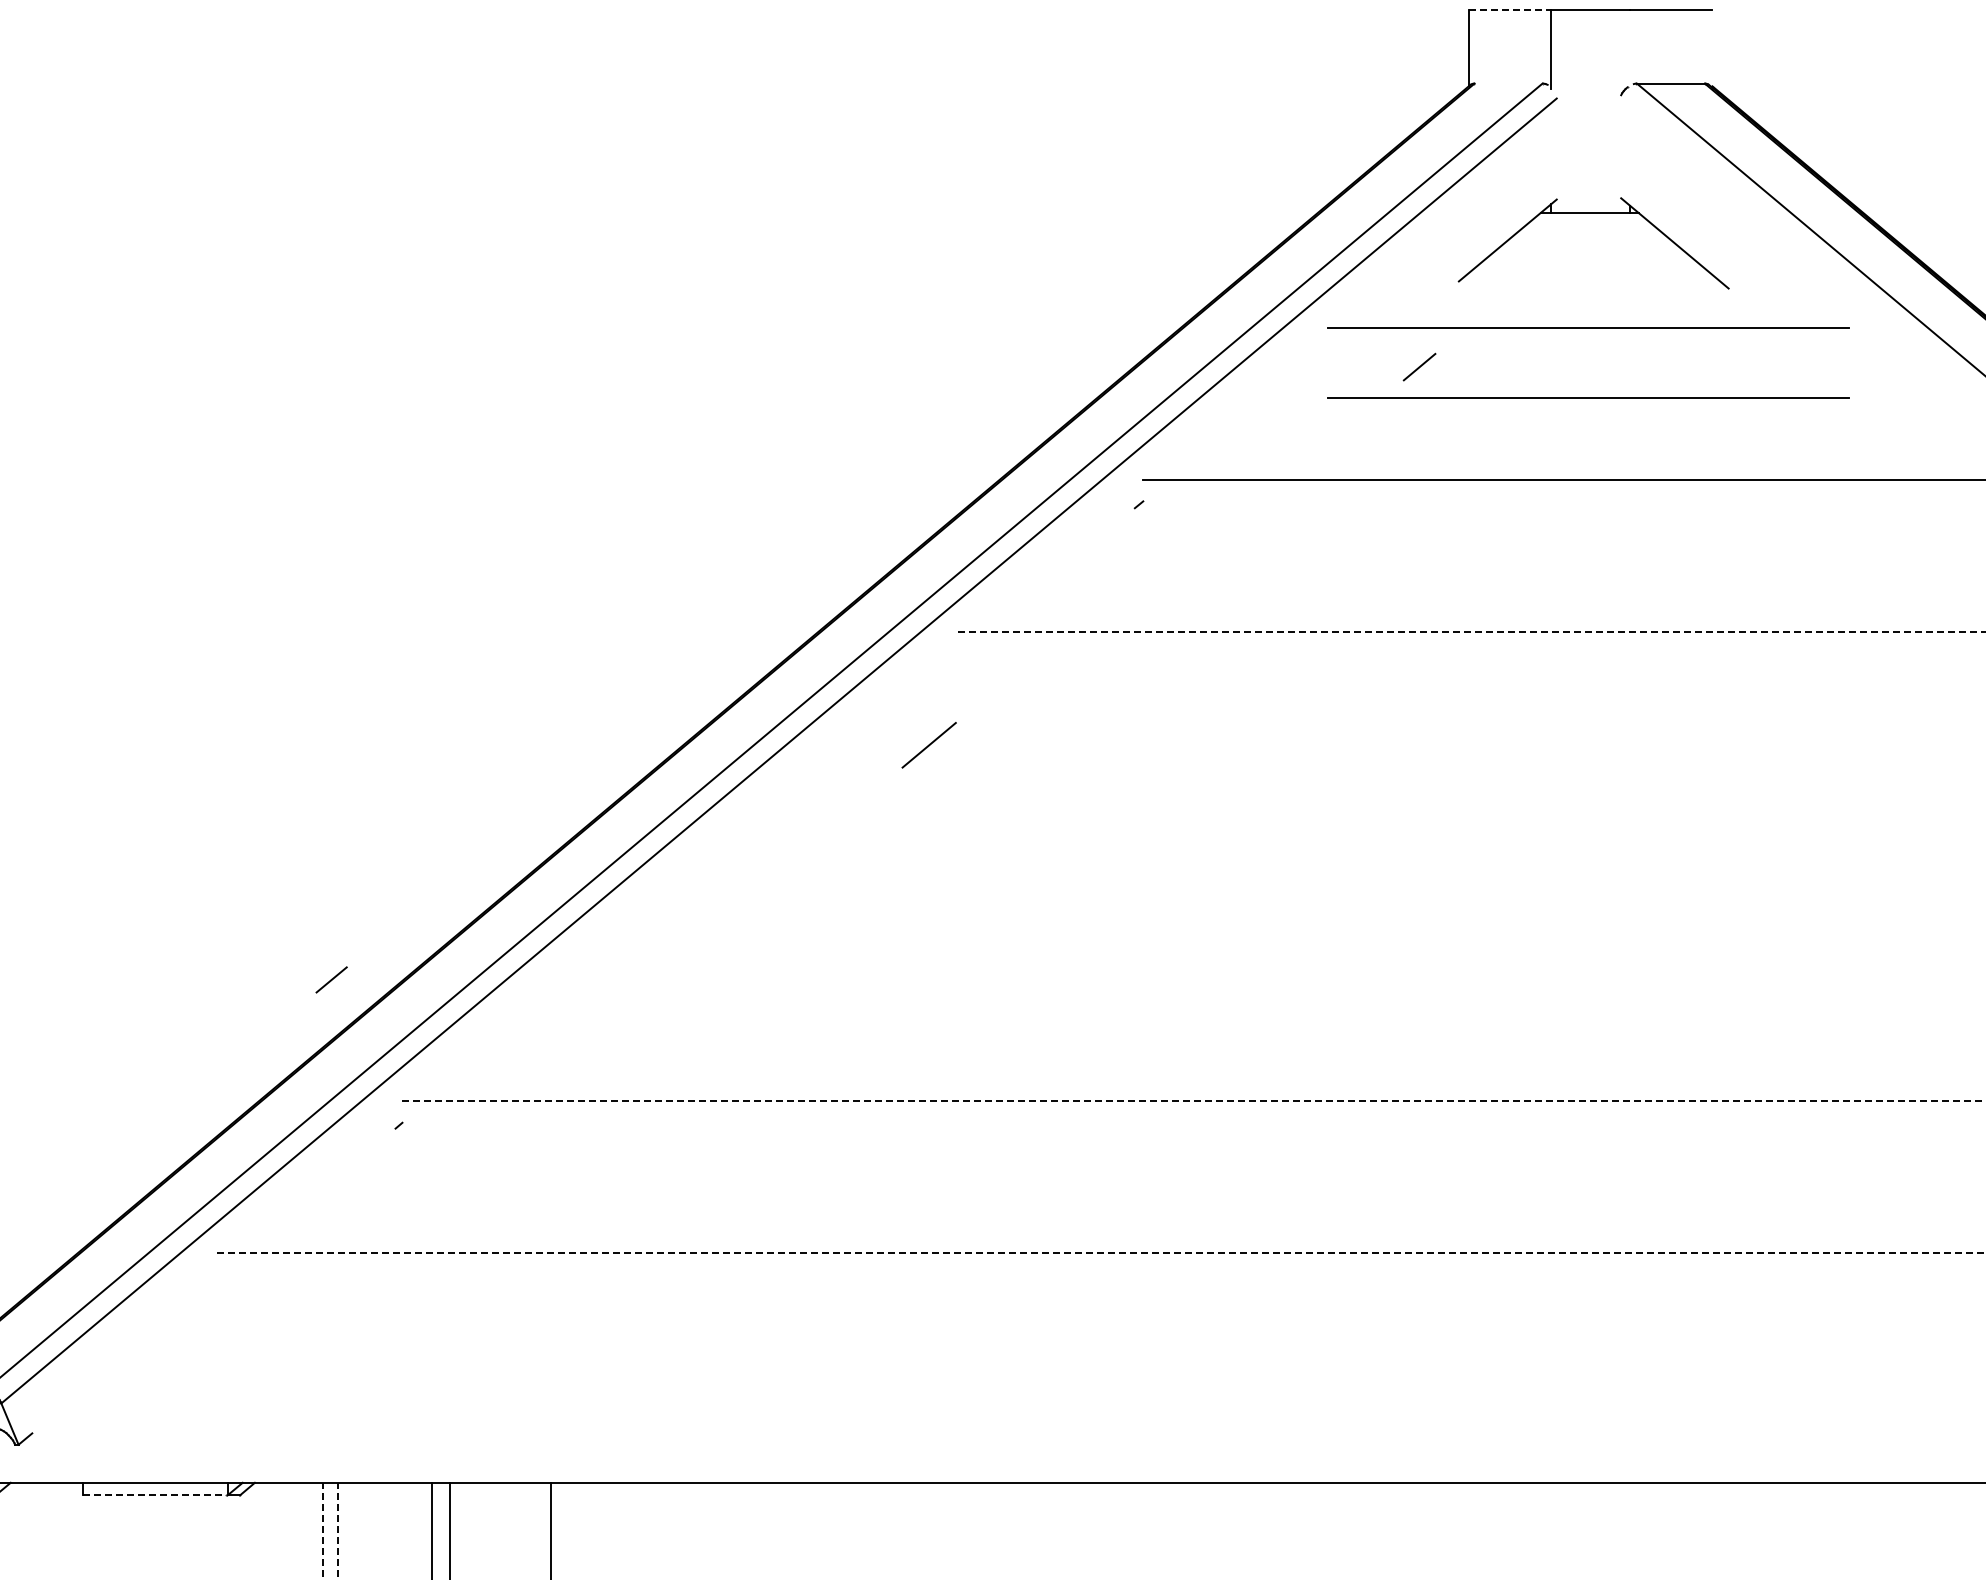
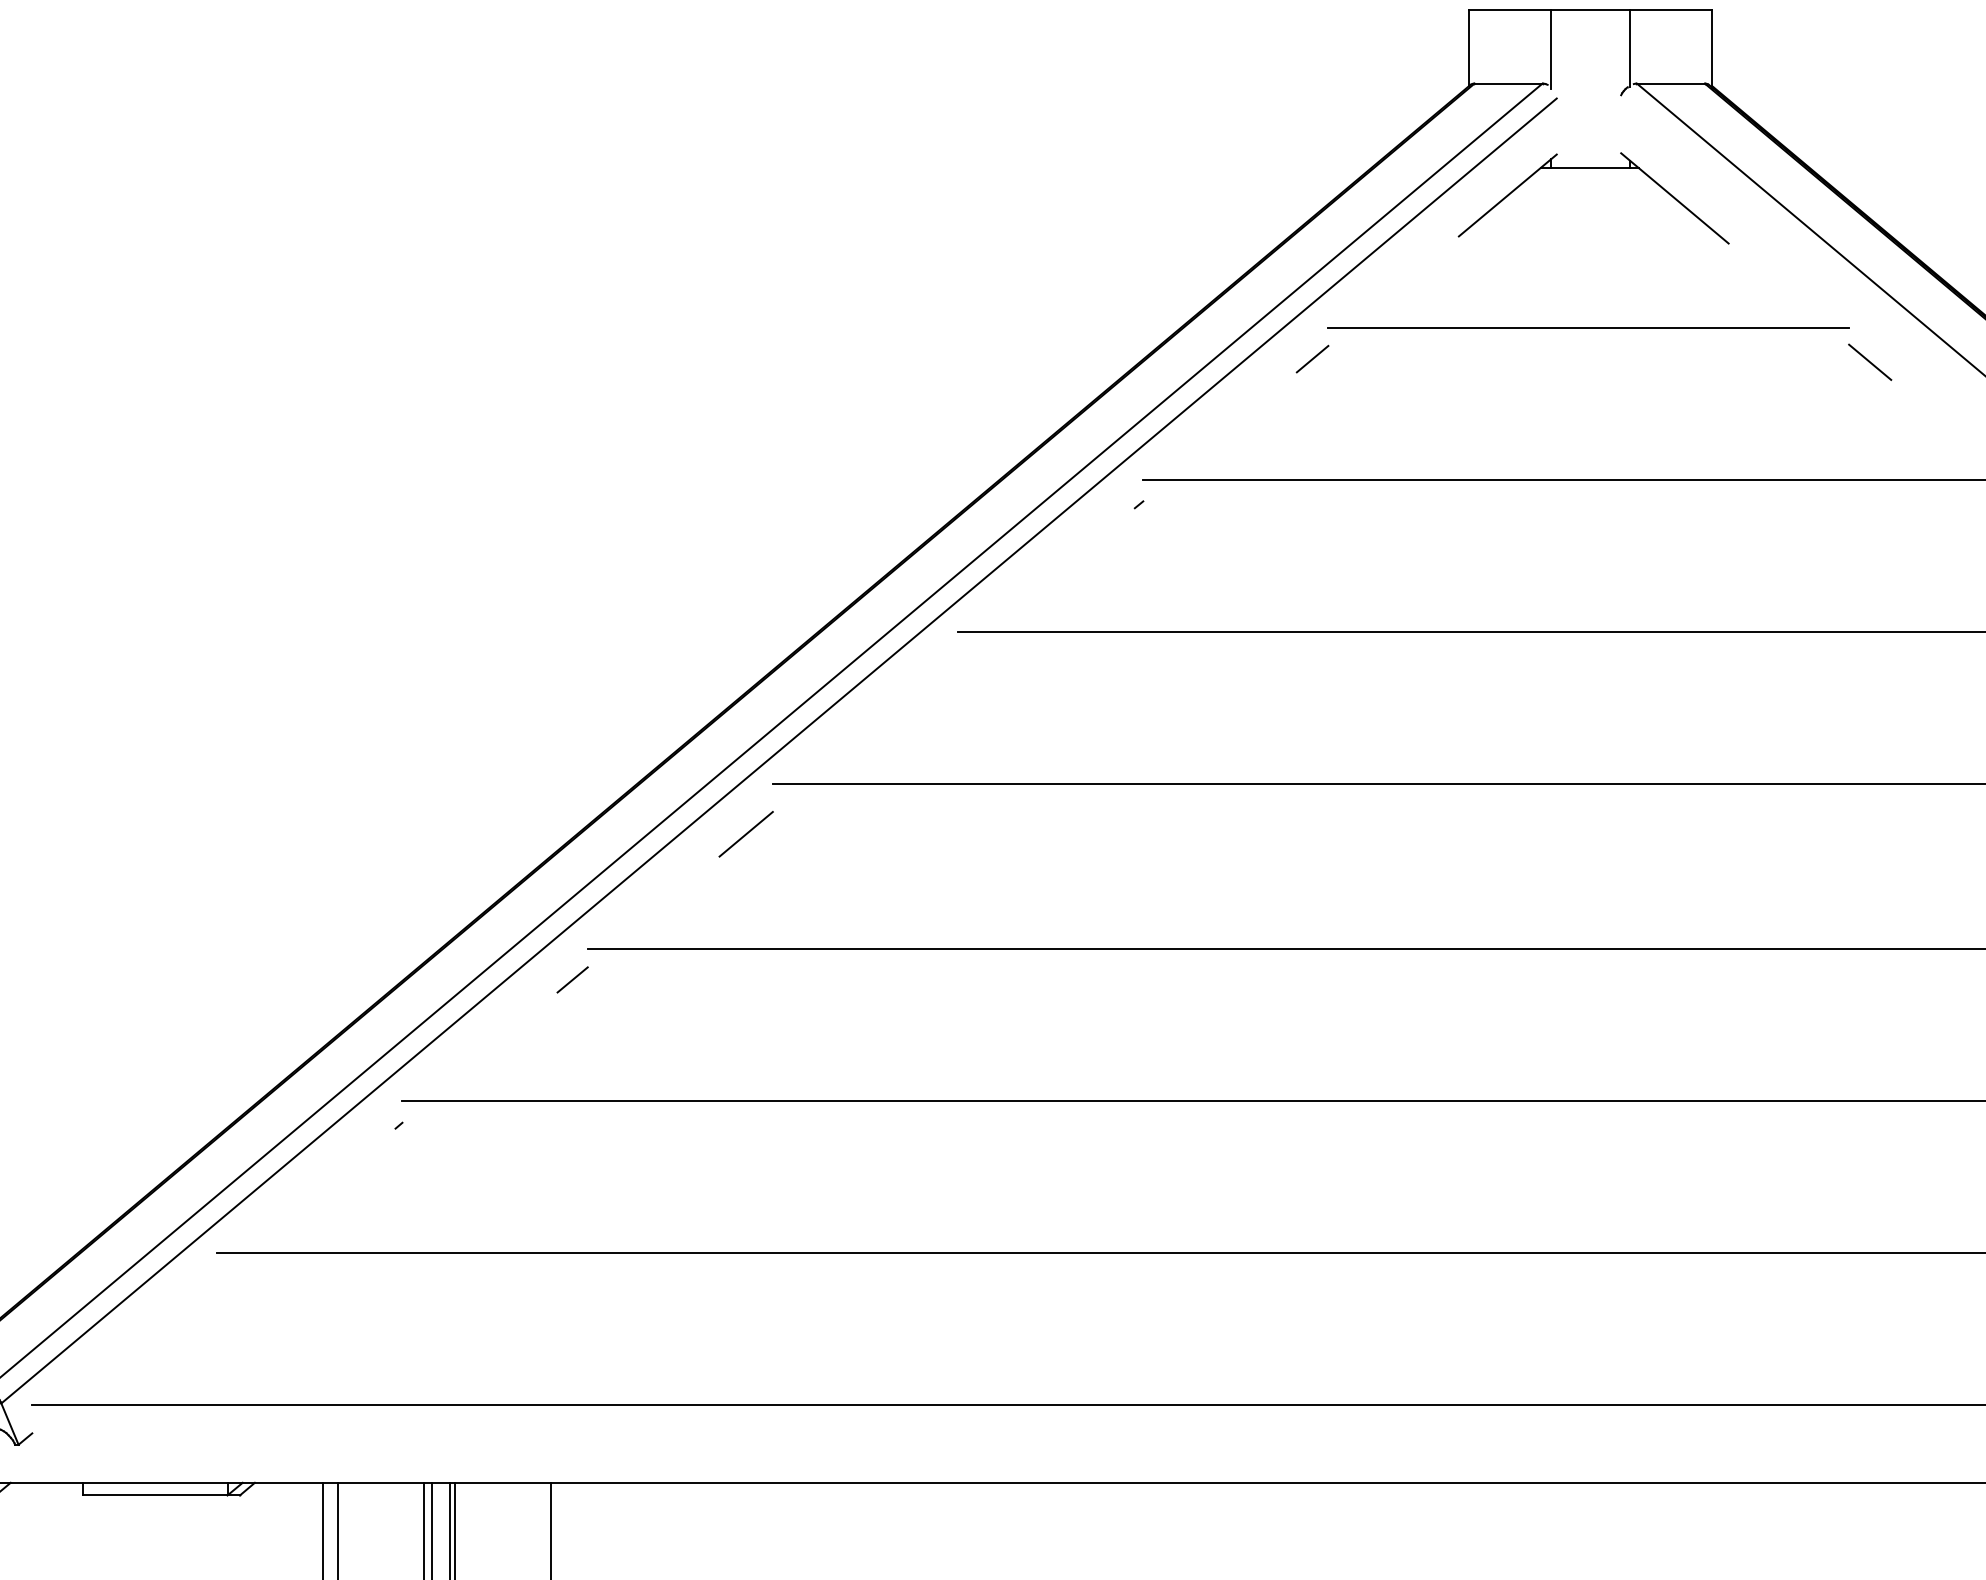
line at (1510, 9): dashed -> solid
line at (1630, 47): none -> present
line at (1712, 48): none -> present
line at (1508, 83): none -> present
part at (1593, 213) position: (1593, 213) -> (1593, 168)
line at (1870, 361): none -> present
line at (1419, 366) position: (1419, 366) -> (1312, 358)
line at (1588, 397): present -> none
line at (1471, 632): dashed -> solid
line at (928, 745) position: (928, 745) -> (745, 834)
line at (1377, 784): none -> present
line at (1284, 949): none -> present
line at (331, 979) position: (331, 979) -> (572, 979)
line at (1194, 1101): dashed -> solid
line at (1101, 1253): dashed -> solid
line at (1007, 1405): none -> present
line at (155, 1495): dashed -> solid
line at (424, 1529): none -> present
line at (454, 1529): none -> present
line at (322, 1531): dashed -> solid
line at (338, 1531): dashed -> solid
